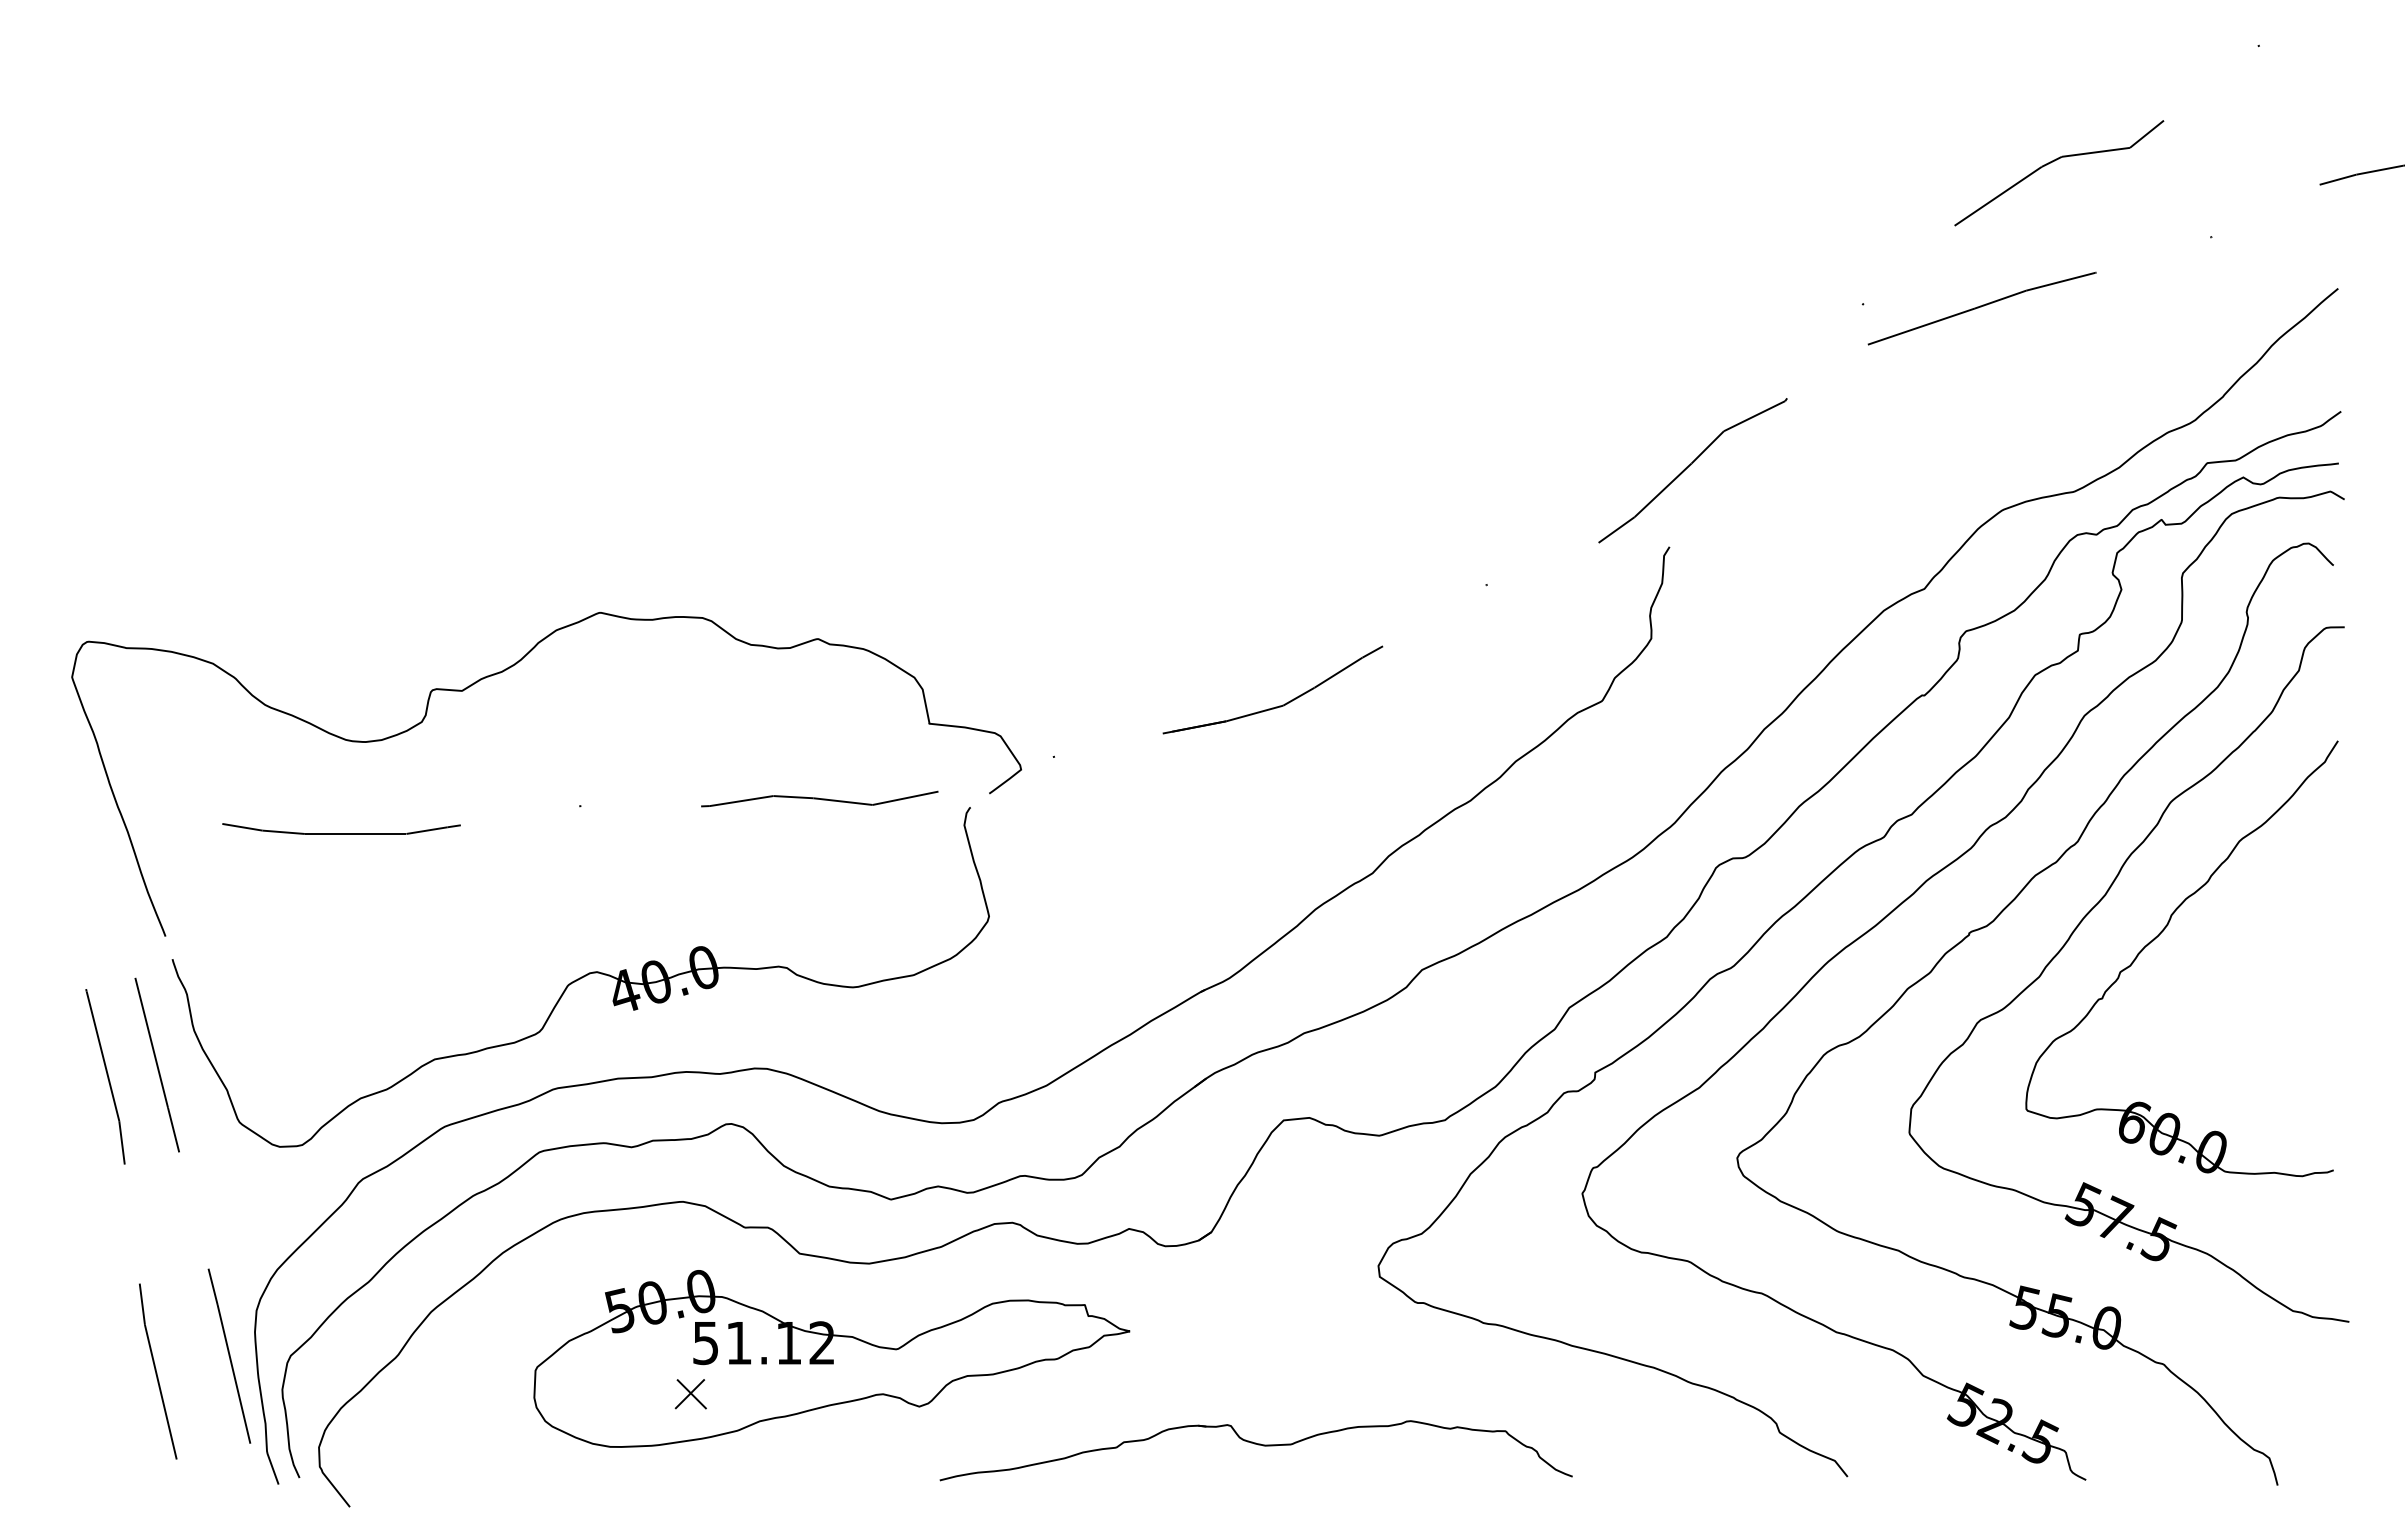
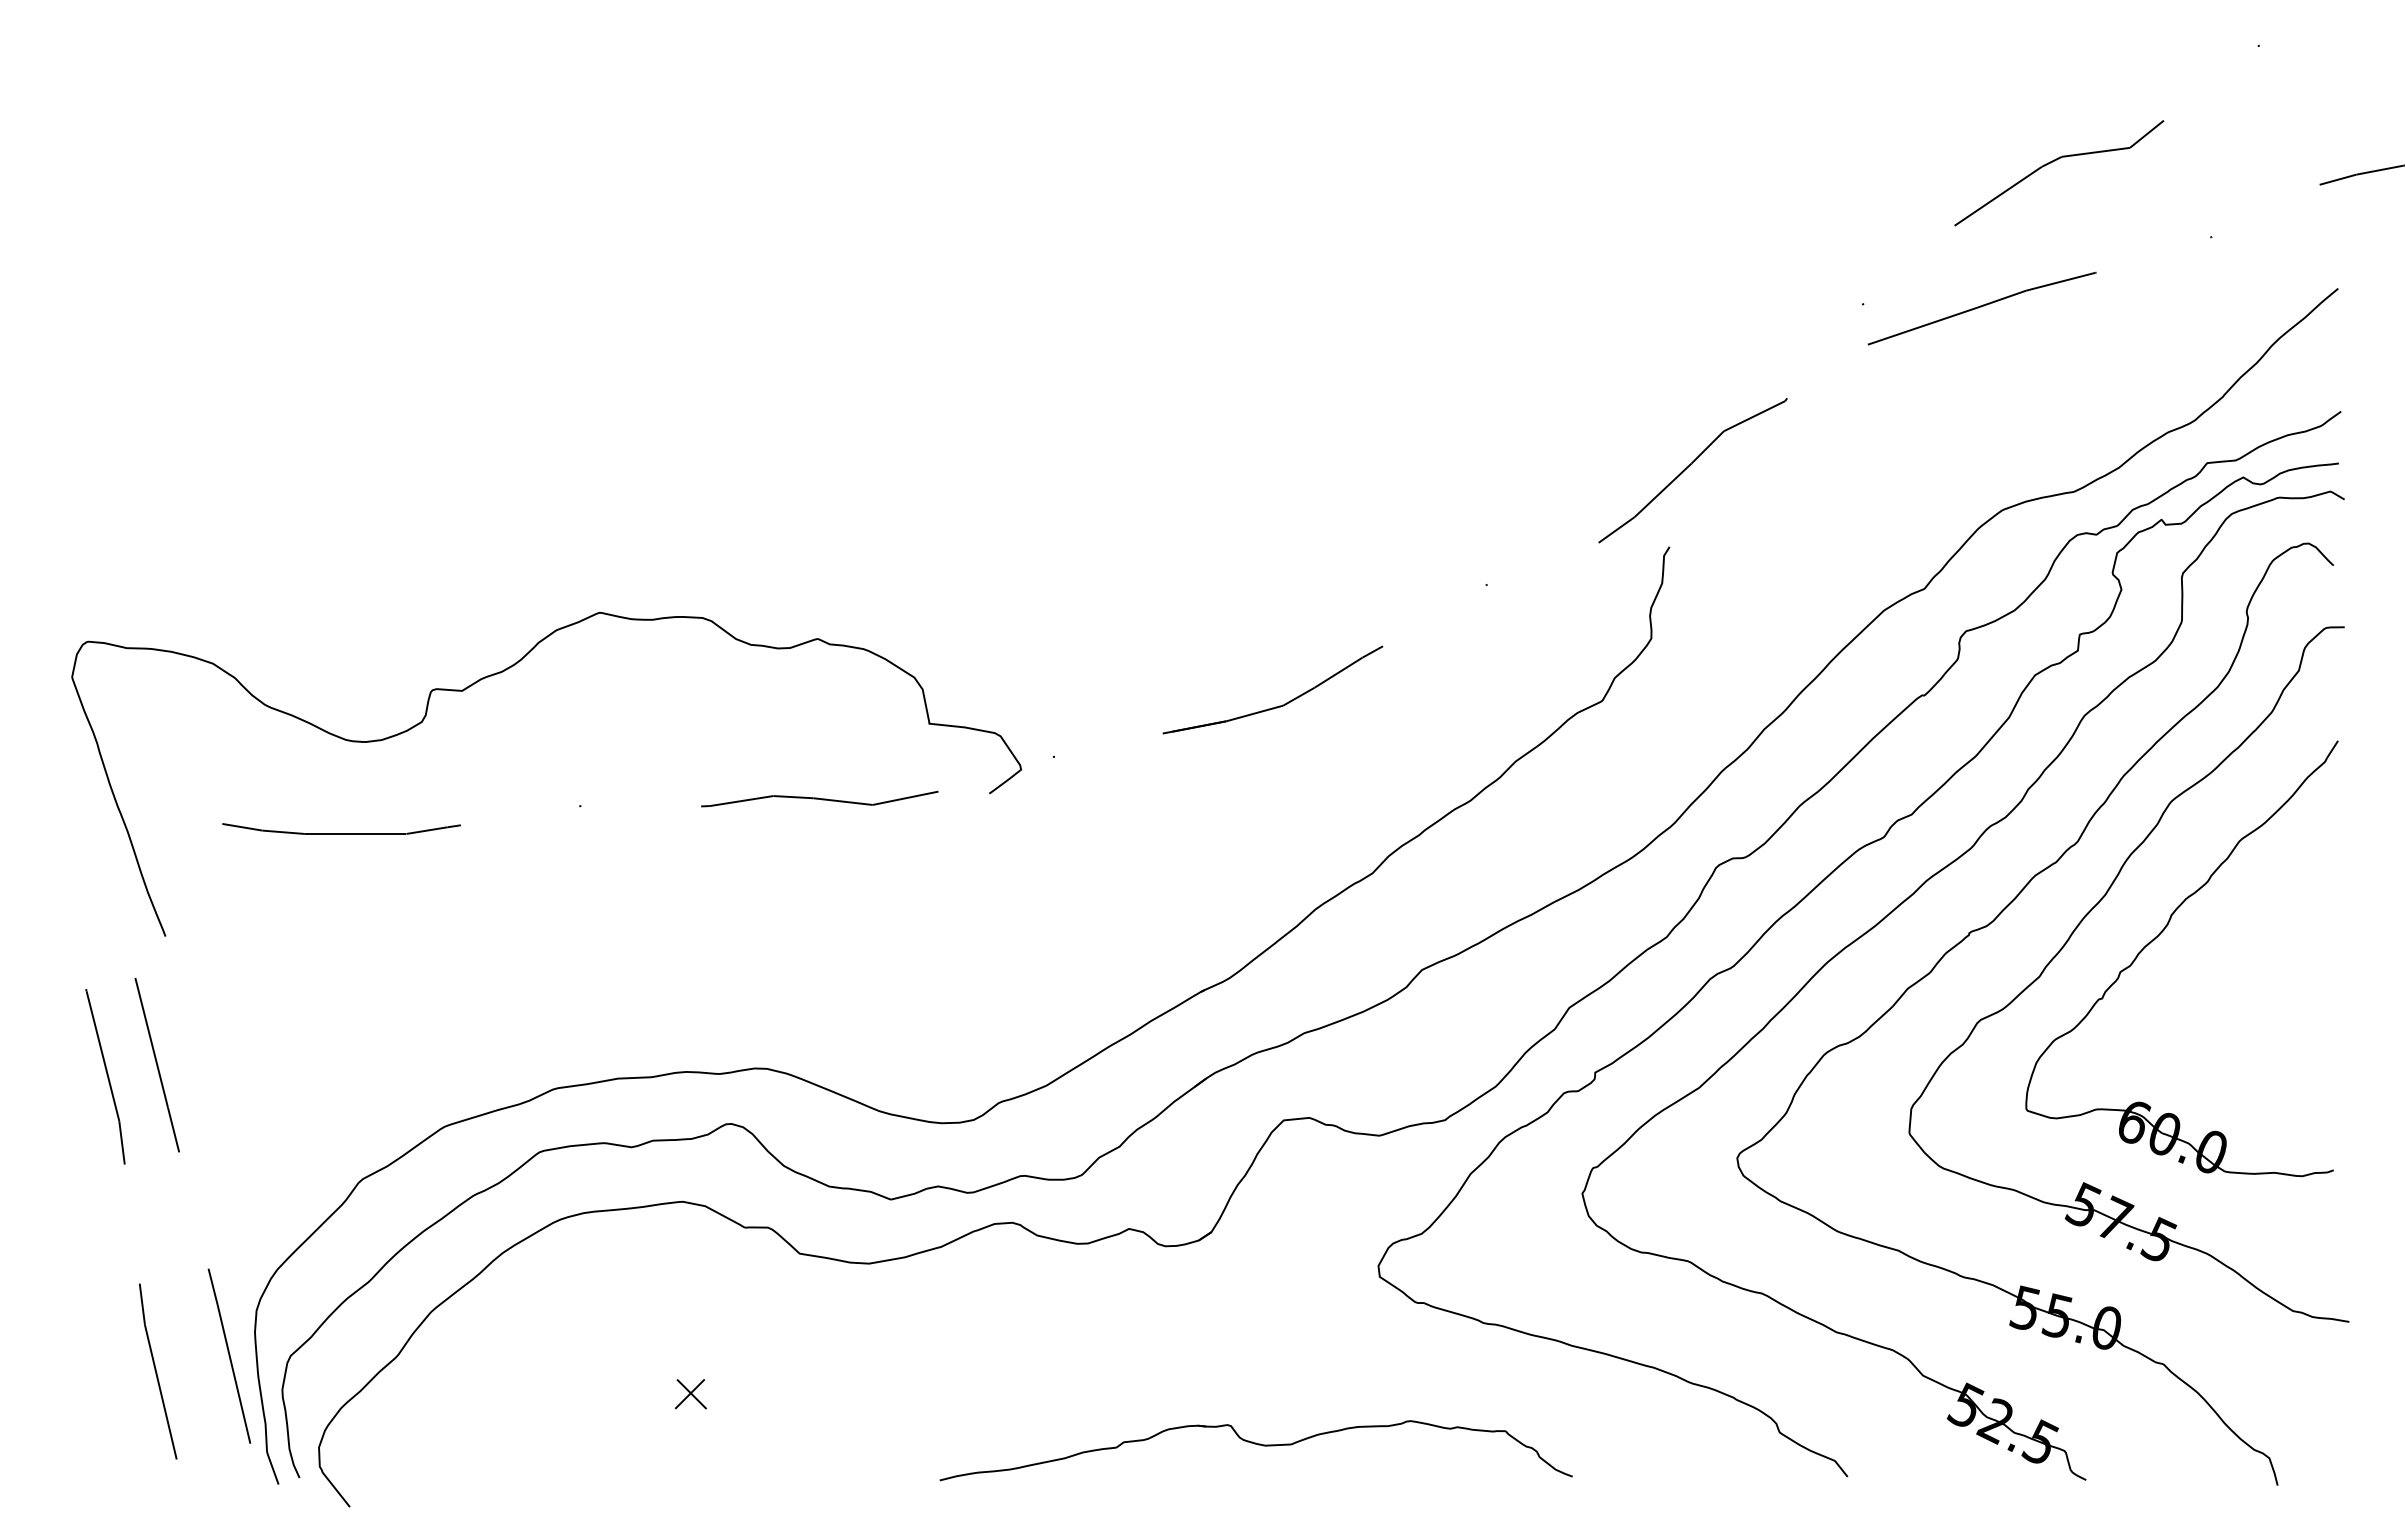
part at (580, 977): present -> none
part at (831, 1358): present -> none
